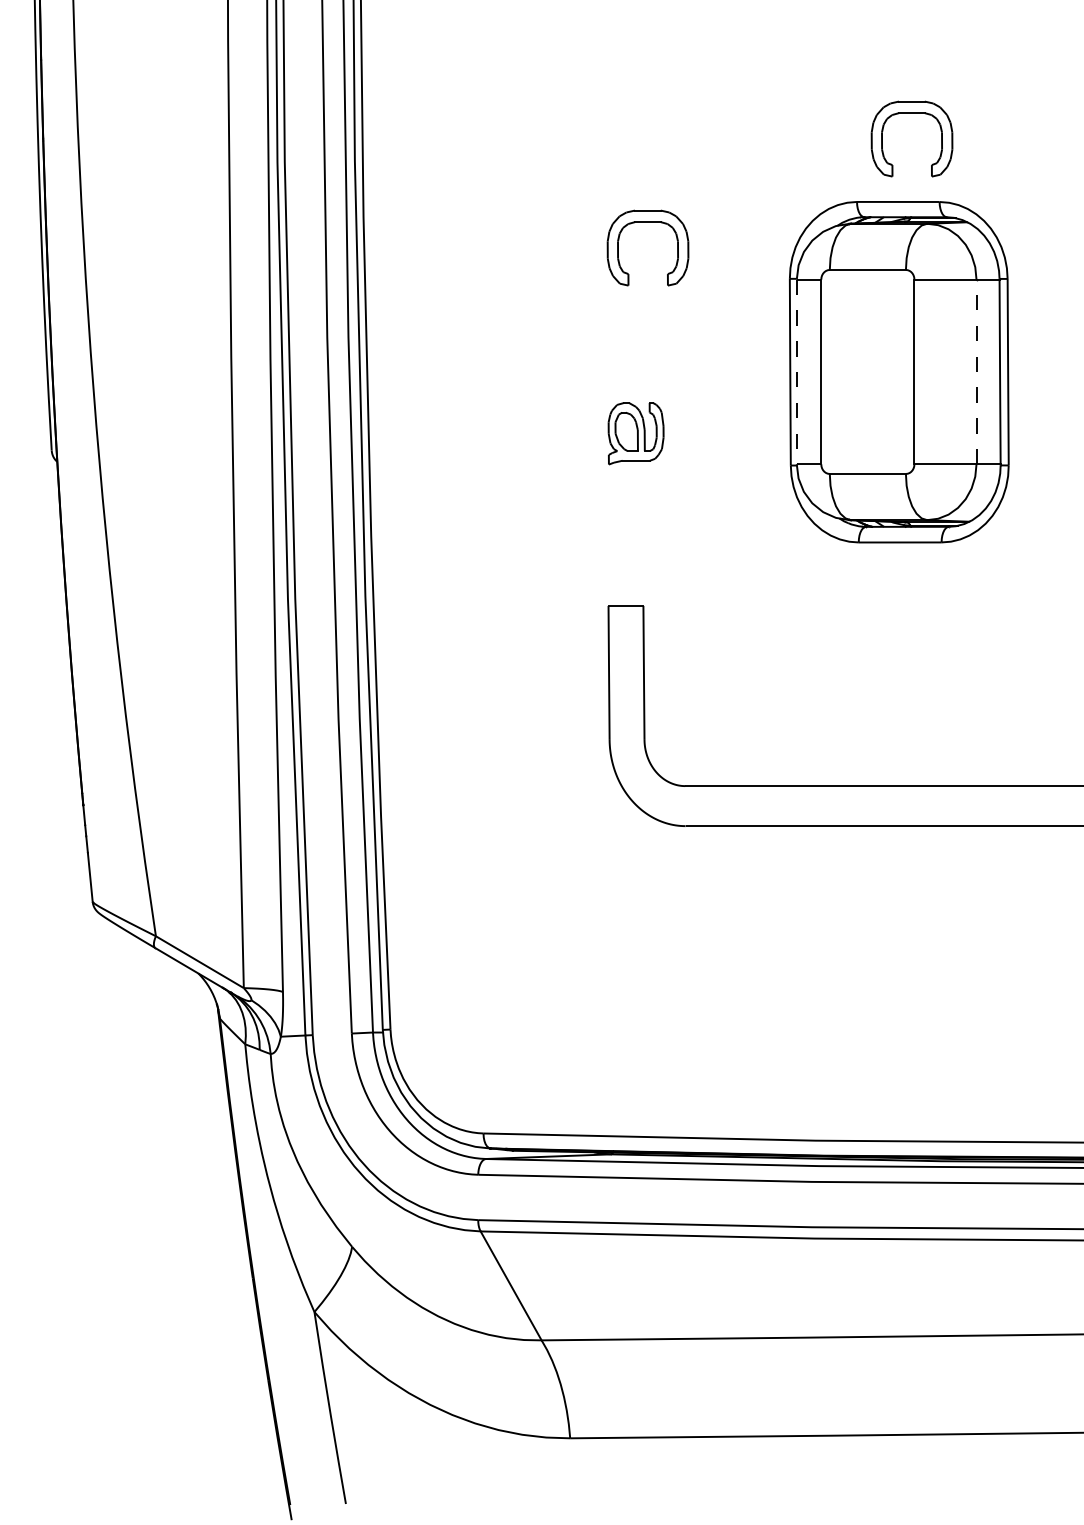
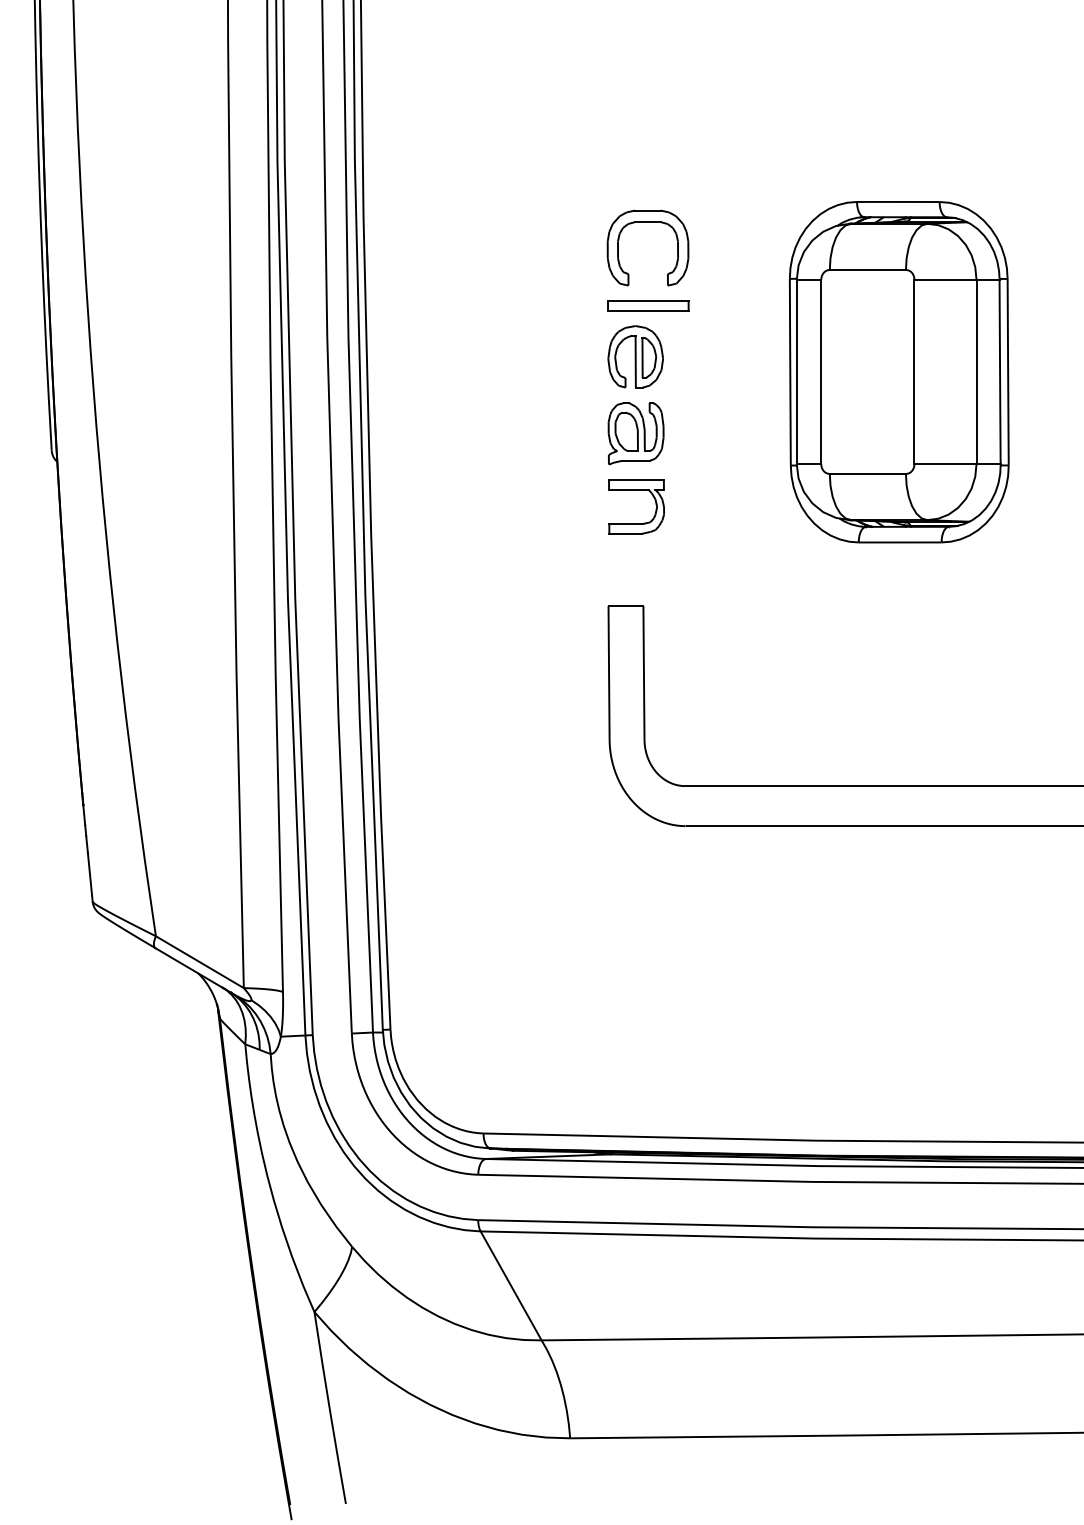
part at (911, 113): present -> none
part at (648, 305): none -> present
part at (635, 356): none -> present
line at (976, 371): dashed -> solid
line at (796, 372): dashed -> solid
part at (636, 490): none -> present
